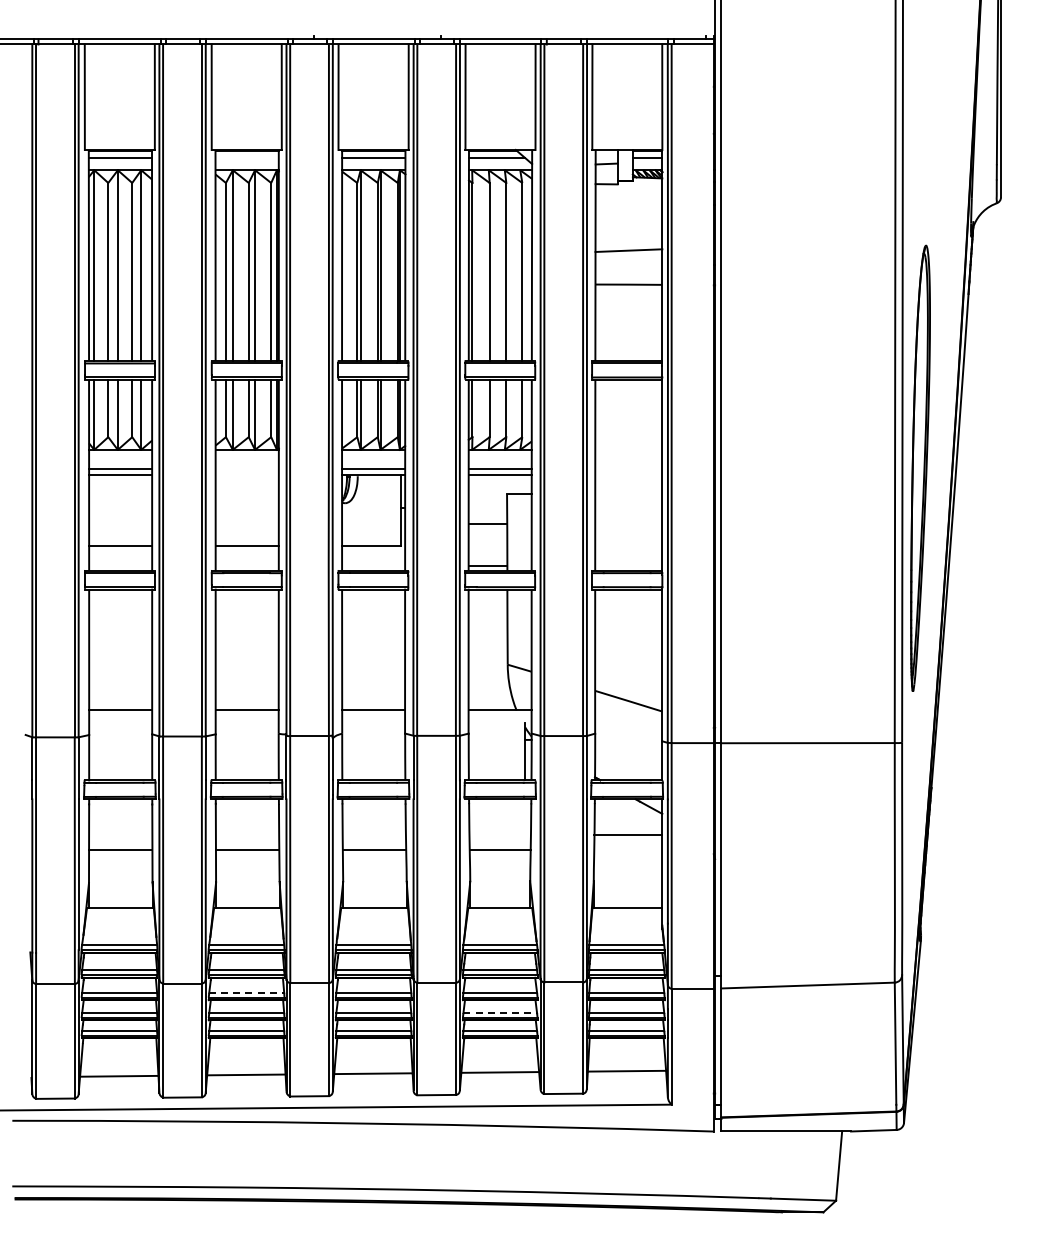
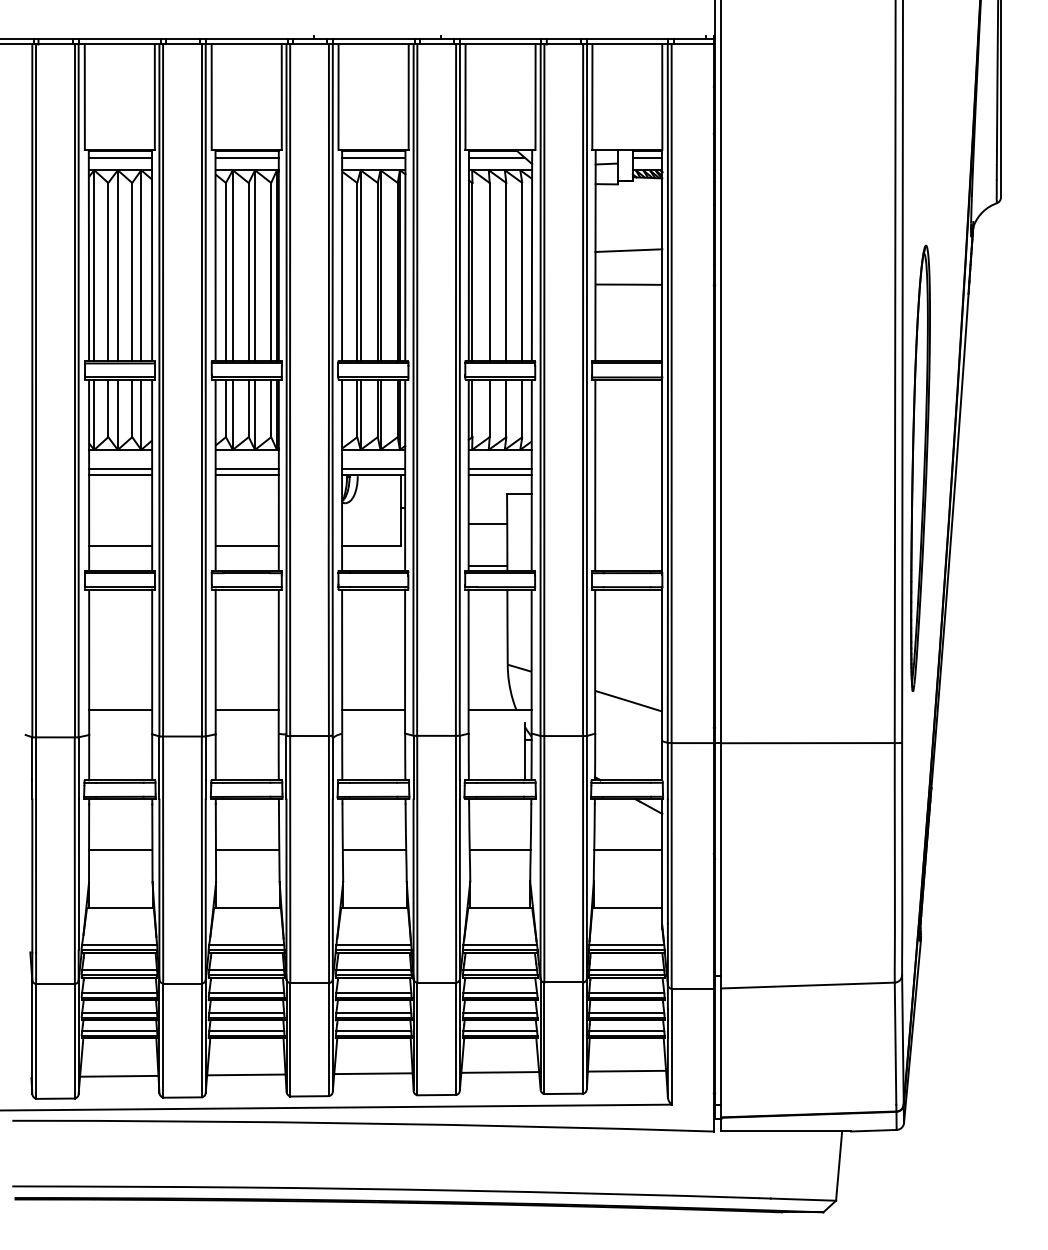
line at (246, 157): none -> present
line at (246, 468): none -> present
line at (246, 475): none -> present
line at (628, 835) position: (628, 835) -> (628, 850)
line at (247, 992): dashed -> solid
line at (500, 1013): dashed -> solid
